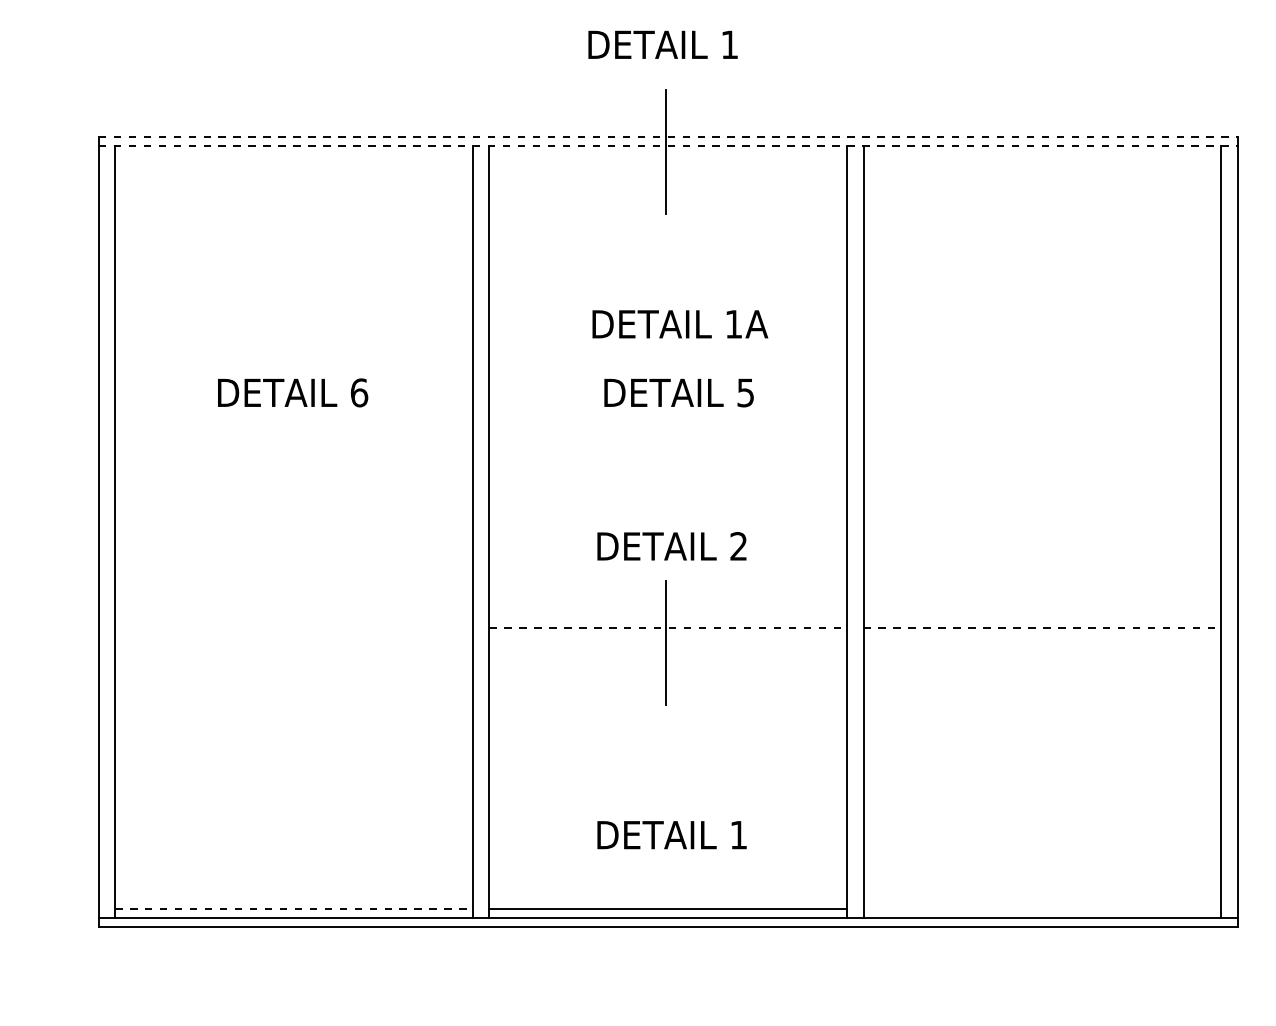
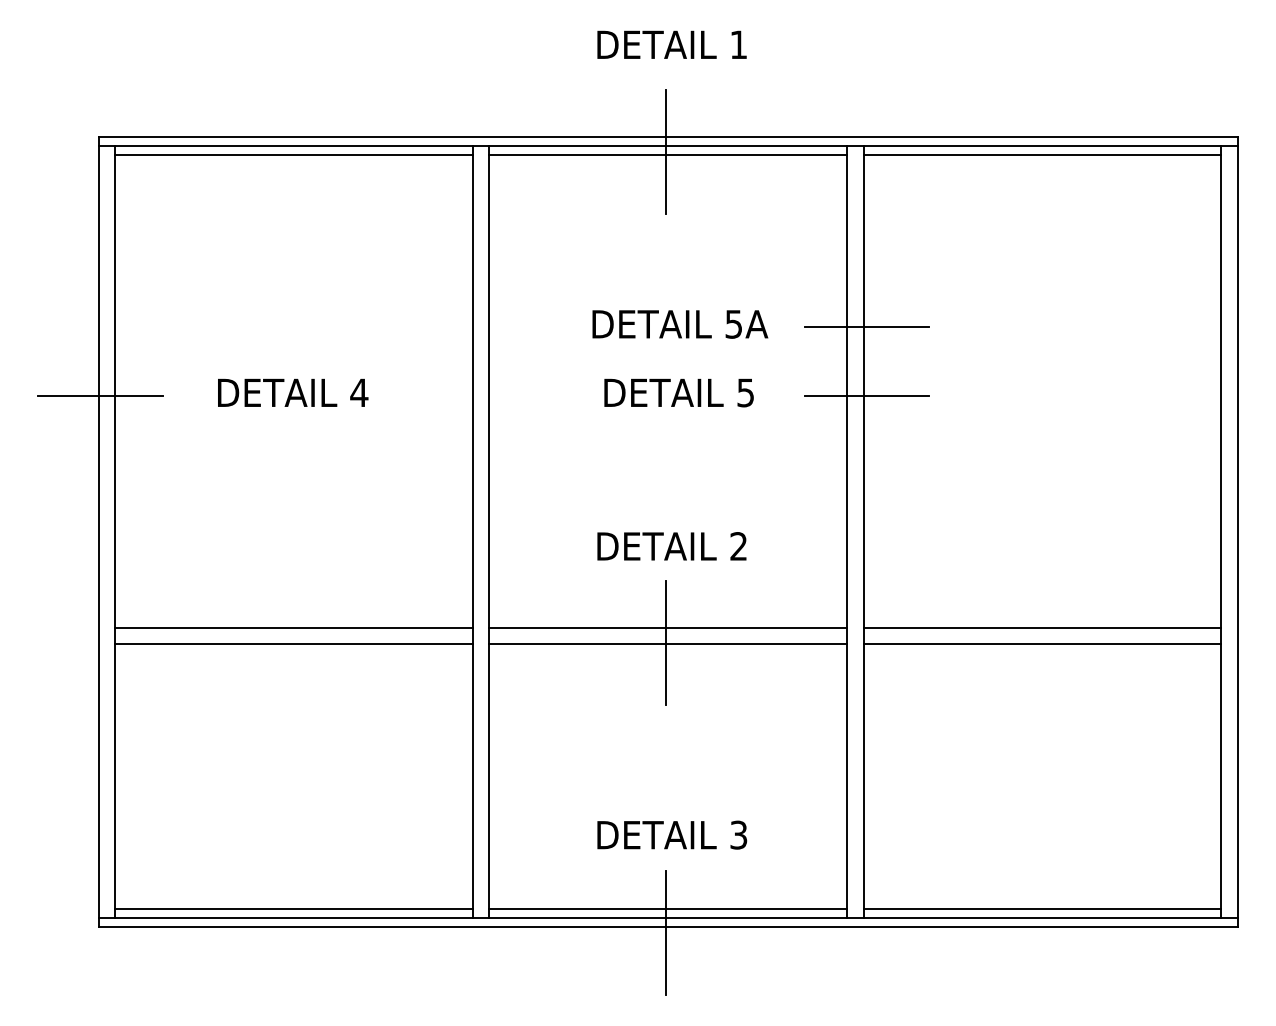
text at (662, 44) position: (662, 44) -> (671, 44)
line at (668, 136): dashed -> solid
line at (668, 145): dashed -> solid
line at (293, 155): none -> present
line at (668, 155): none -> present
line at (1042, 155): none -> present
text at (733, 324): 1A -> 5A
line at (866, 327): none -> present
text at (359, 392): 6 -> 4
line at (100, 395): none -> present
line at (866, 395): none -> present
line at (293, 627): none -> present
line at (668, 627): dashed -> solid
line at (1042, 627): dashed -> solid
line at (293, 644): none -> present
line at (668, 644): none -> present
line at (1042, 644): none -> present
text at (738, 834): 1 -> 3
line at (294, 908): dashed -> solid
line at (1042, 908): none -> present
line at (665, 932): none -> present
